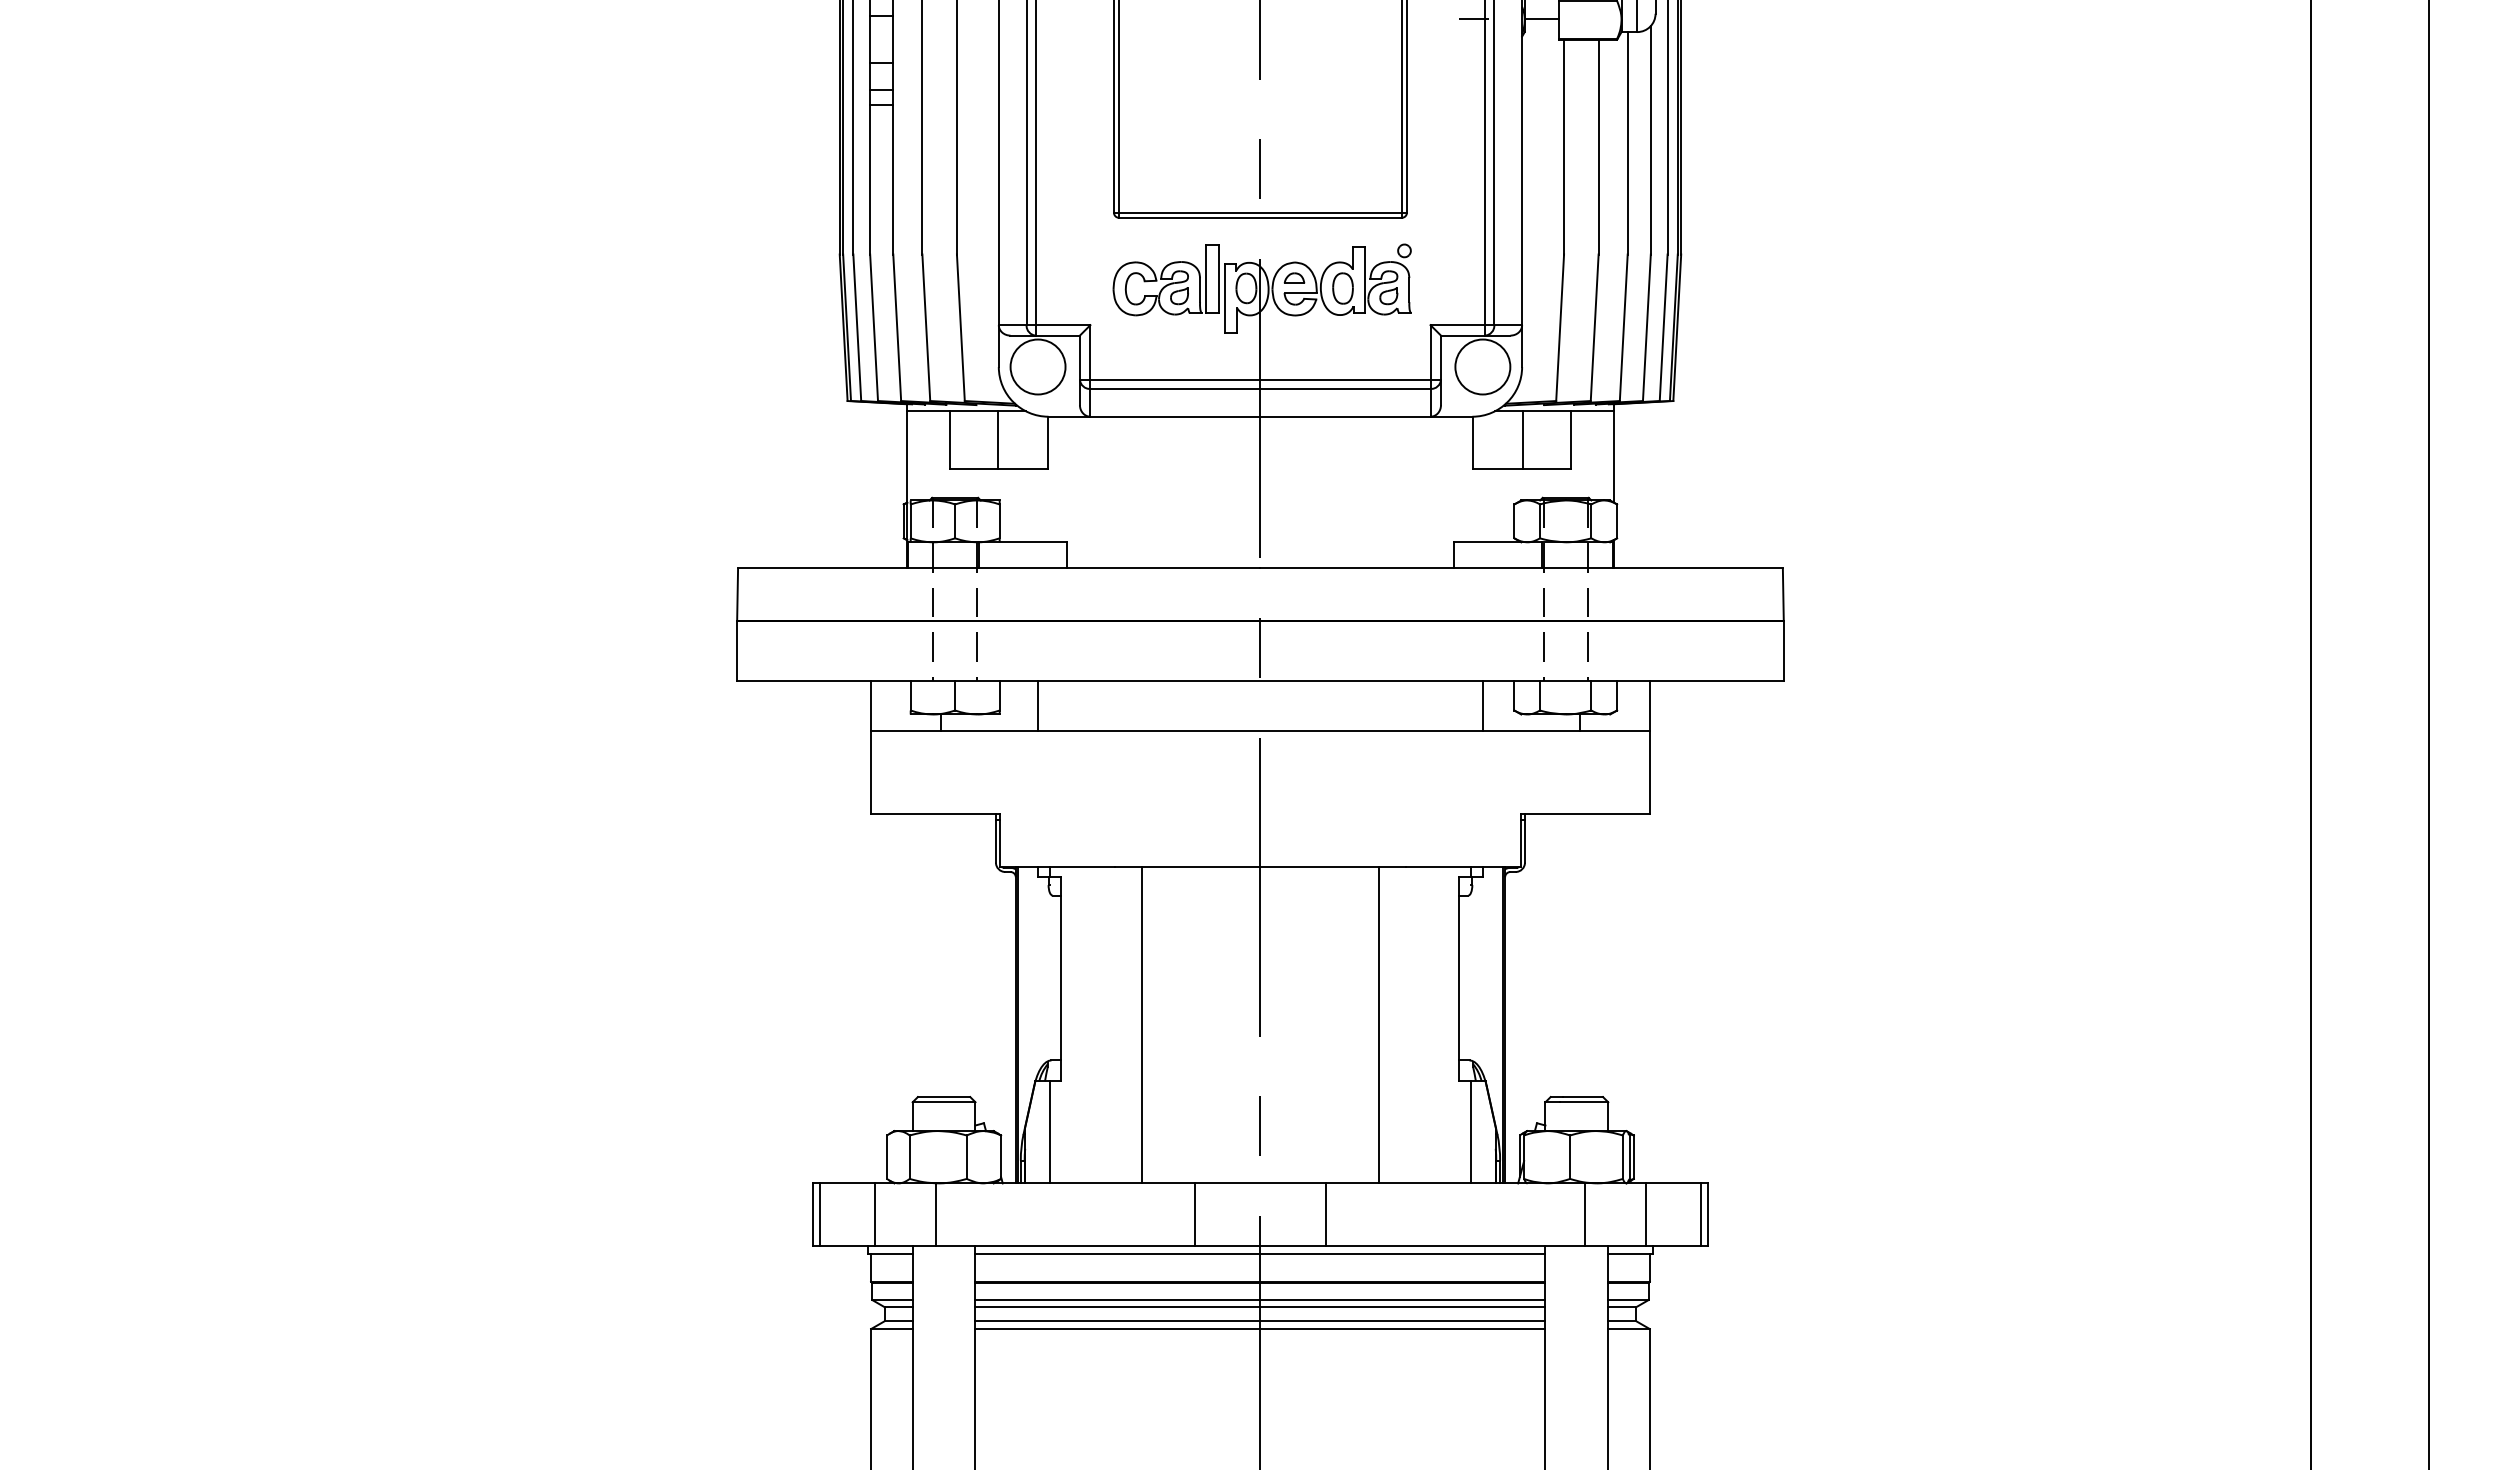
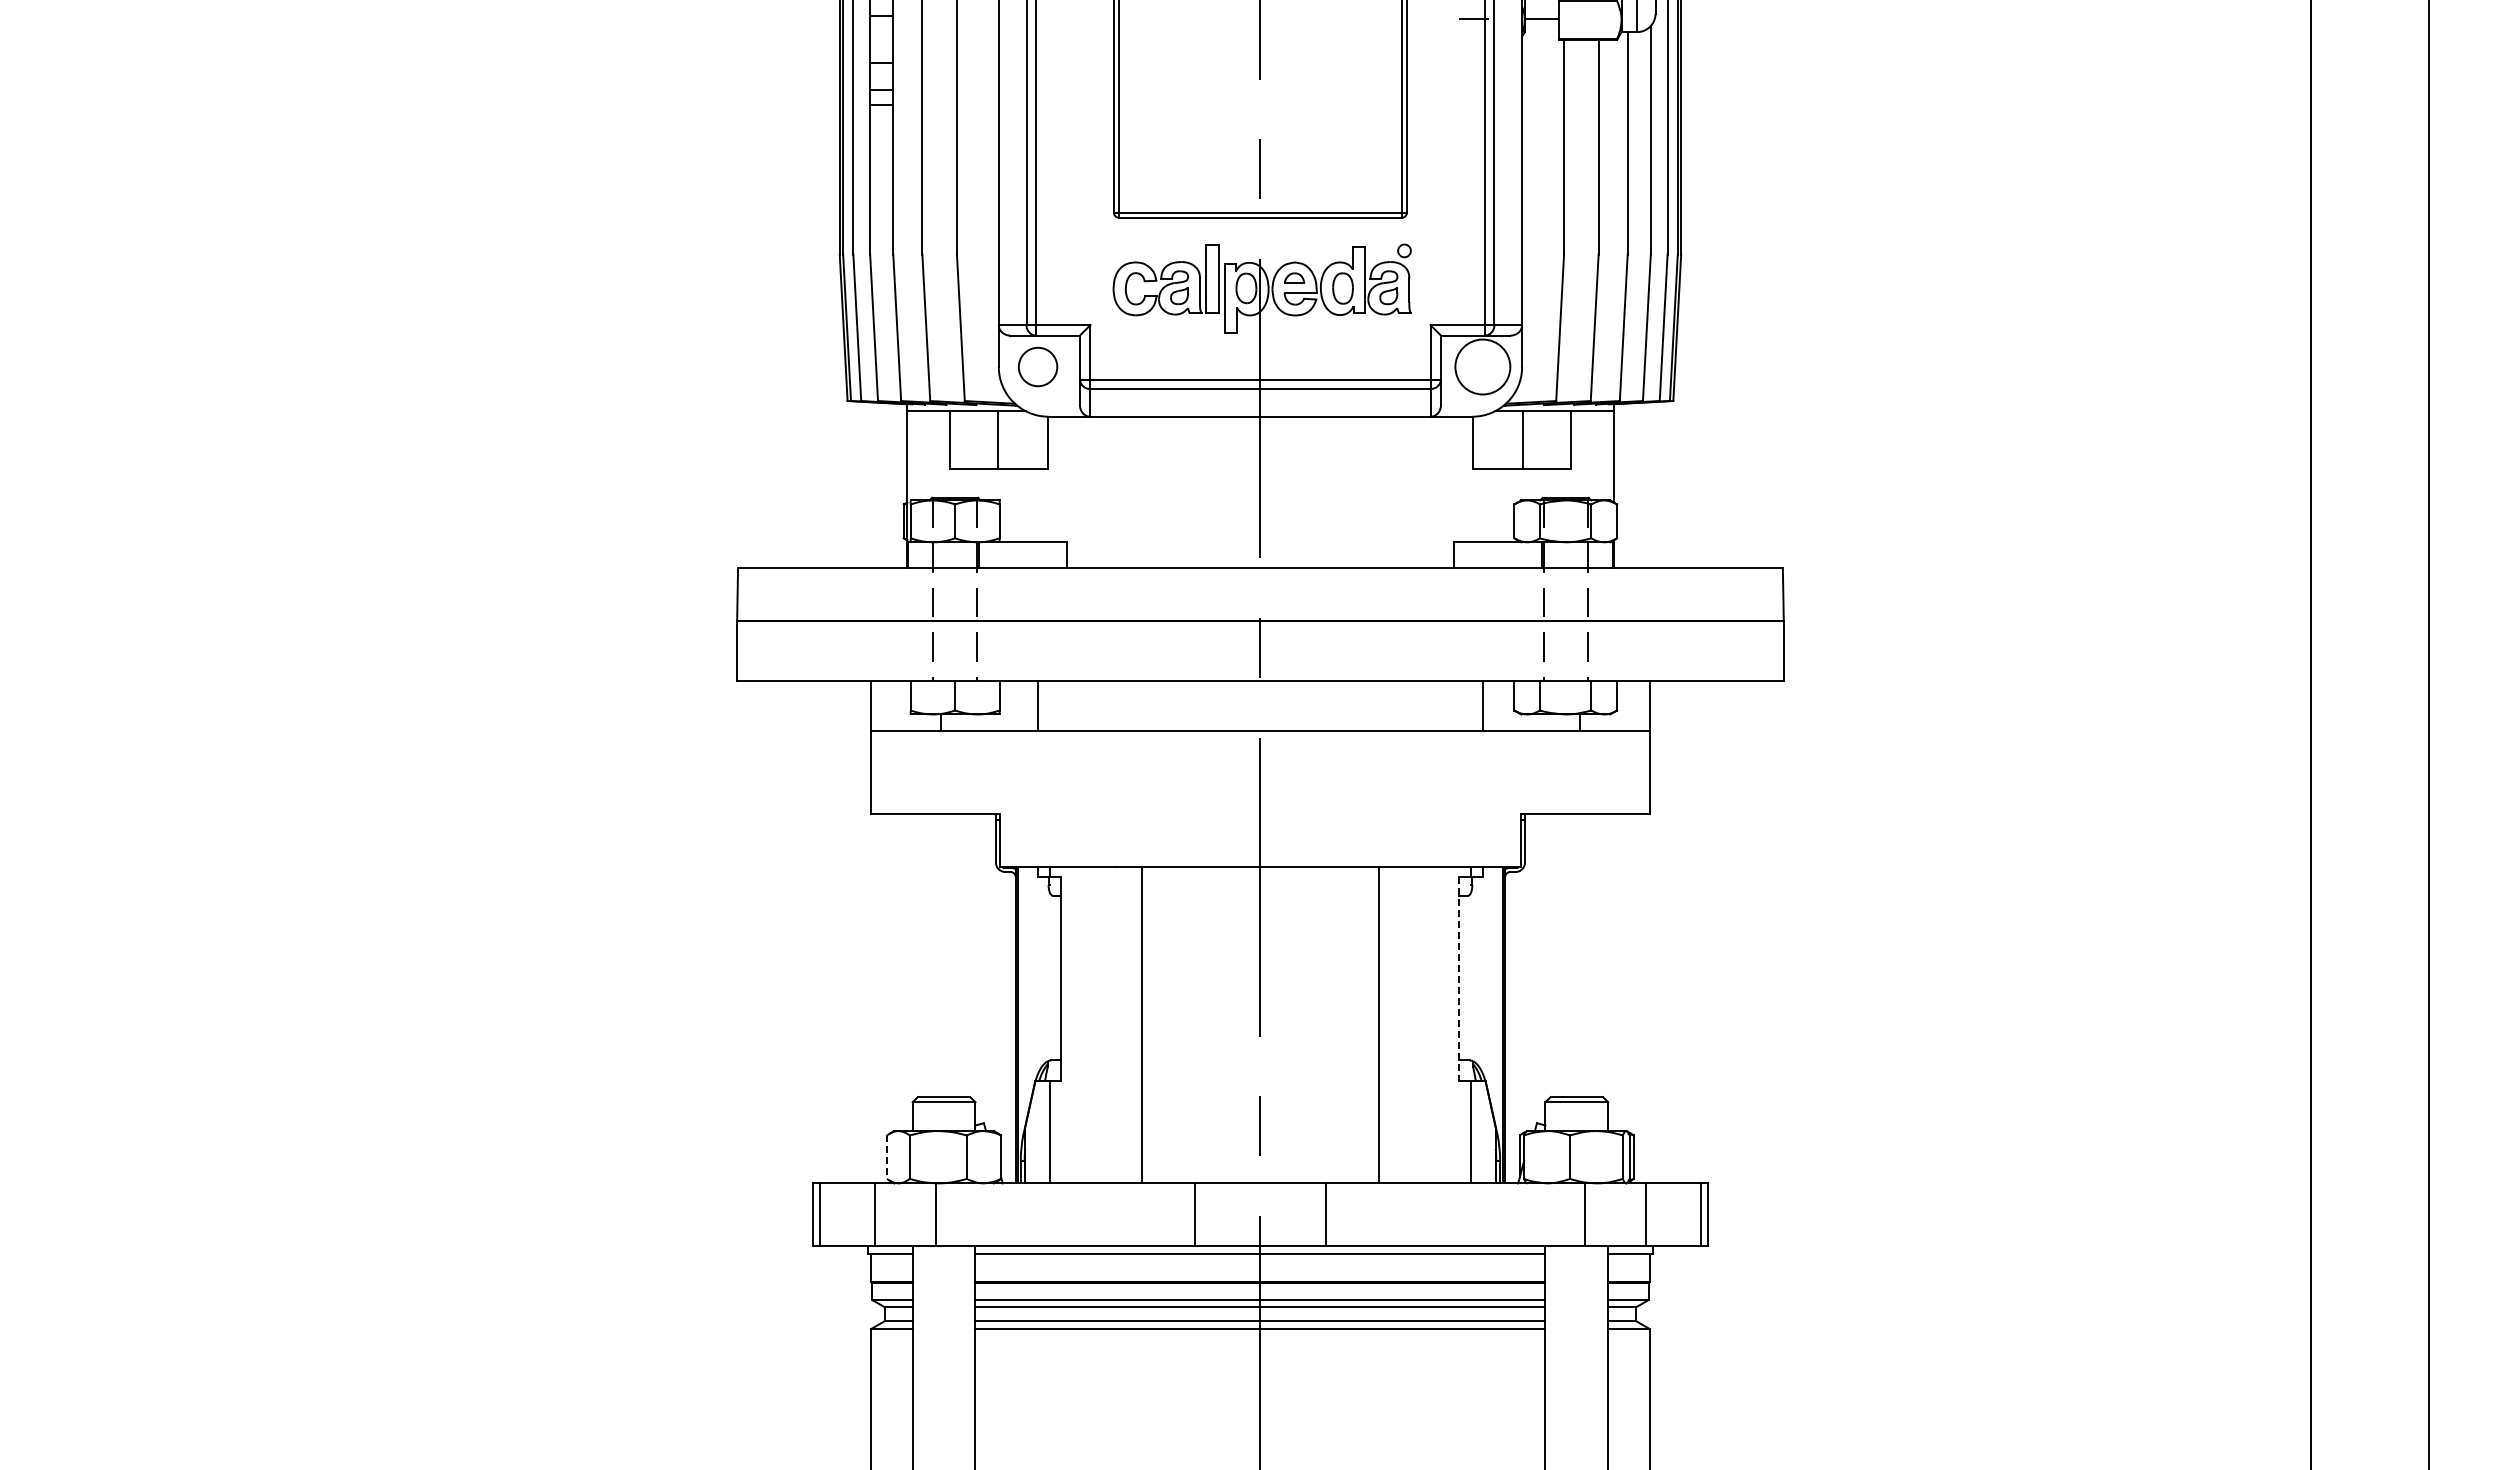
circle at (1037, 366) diameter: 55 px -> 38 px
line at (1459, 979): solid -> dashed
line at (887, 1157): solid -> dashed
